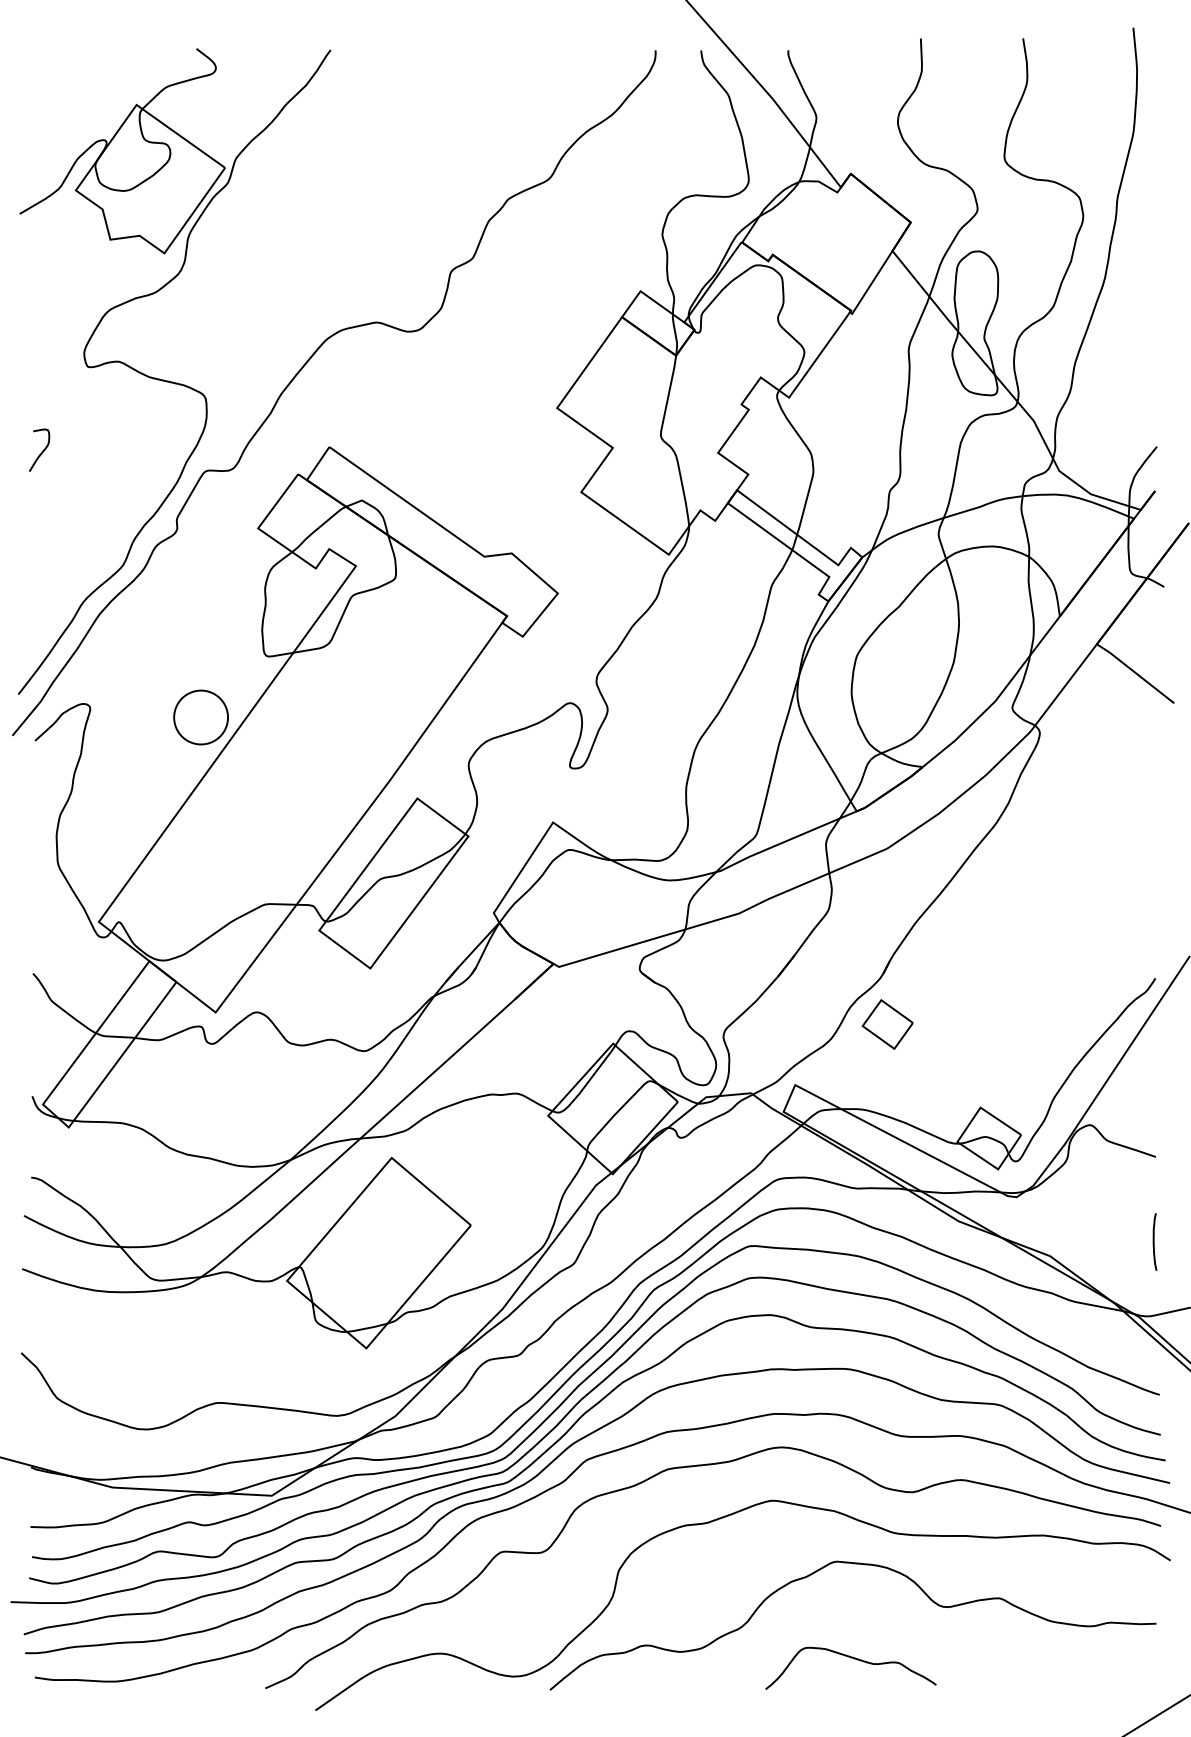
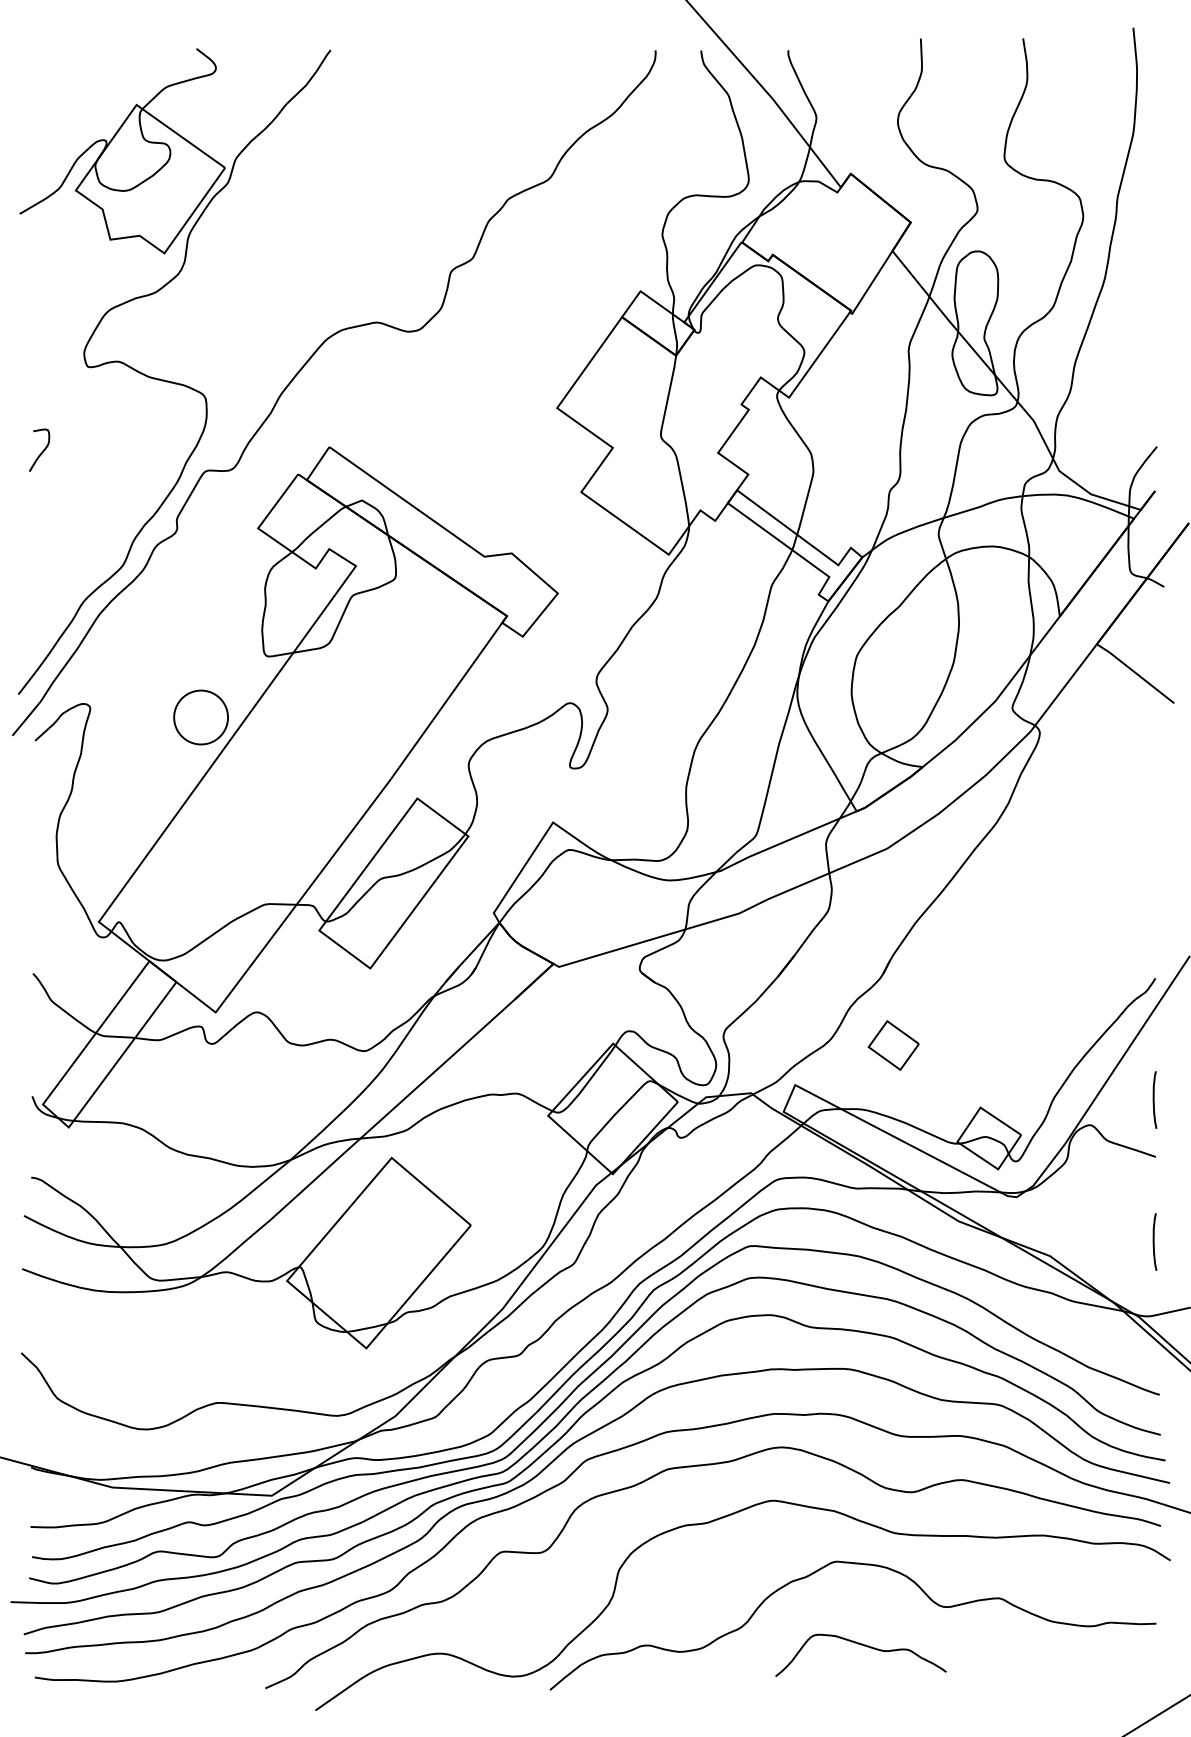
part at (887, 1024) position: (887, 1024) -> (893, 1045)
curve at (1154, 1099): none -> present
curve at (854, 1659) position: (854, 1659) -> (864, 1646)
